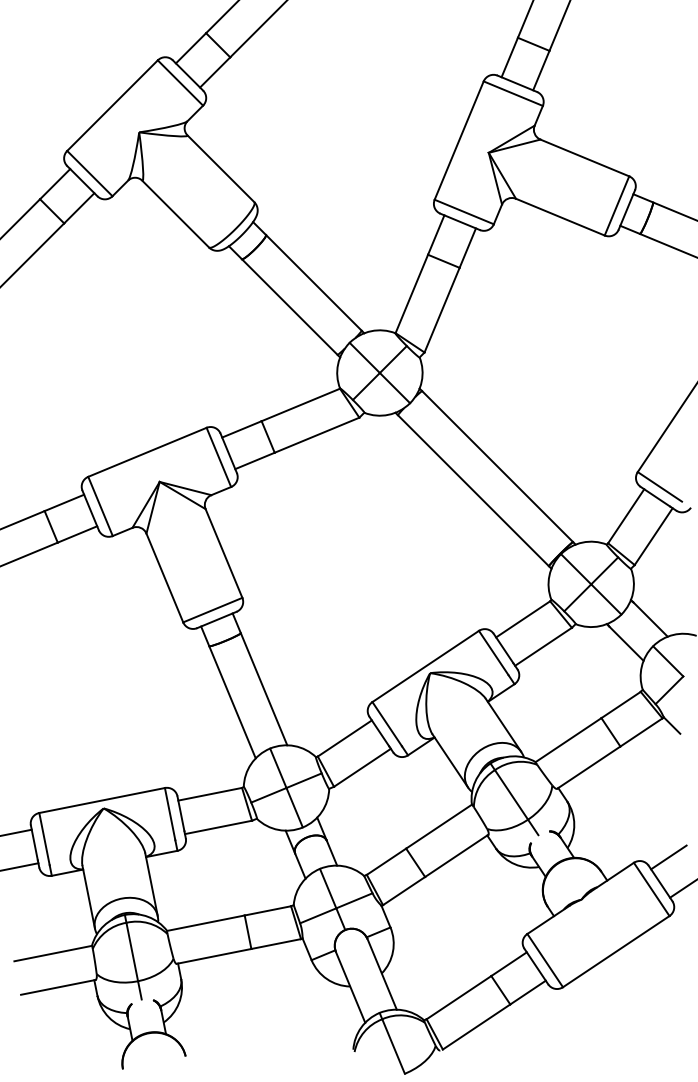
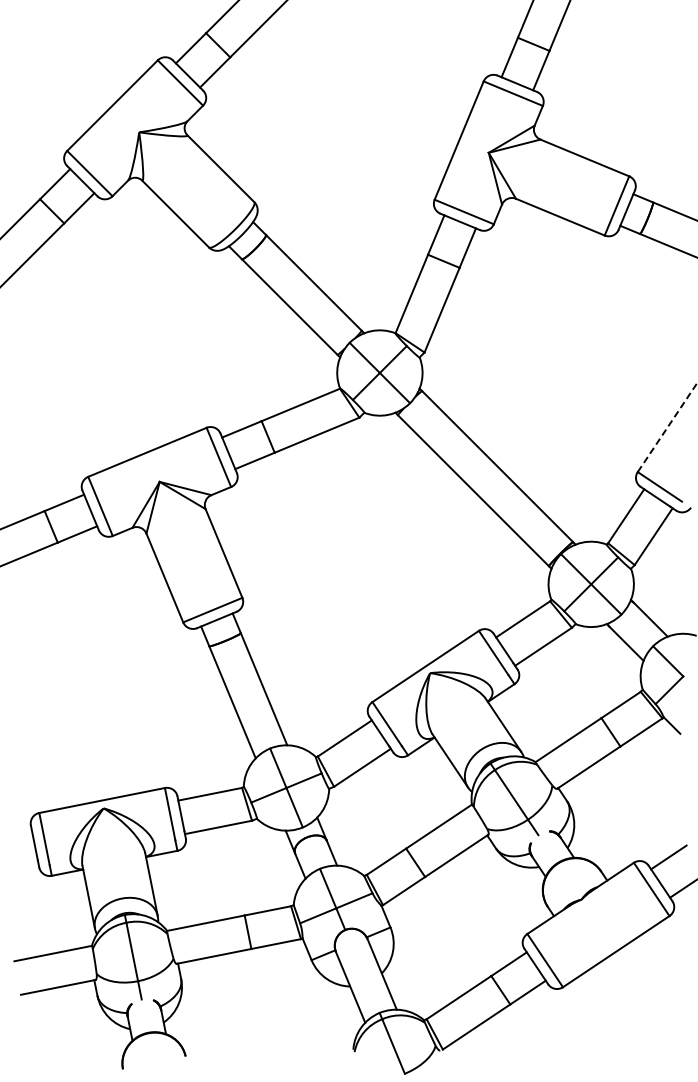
line at (667, 427): solid -> dashed
line at (16, 832): present -> none
line at (20, 866): present -> none
